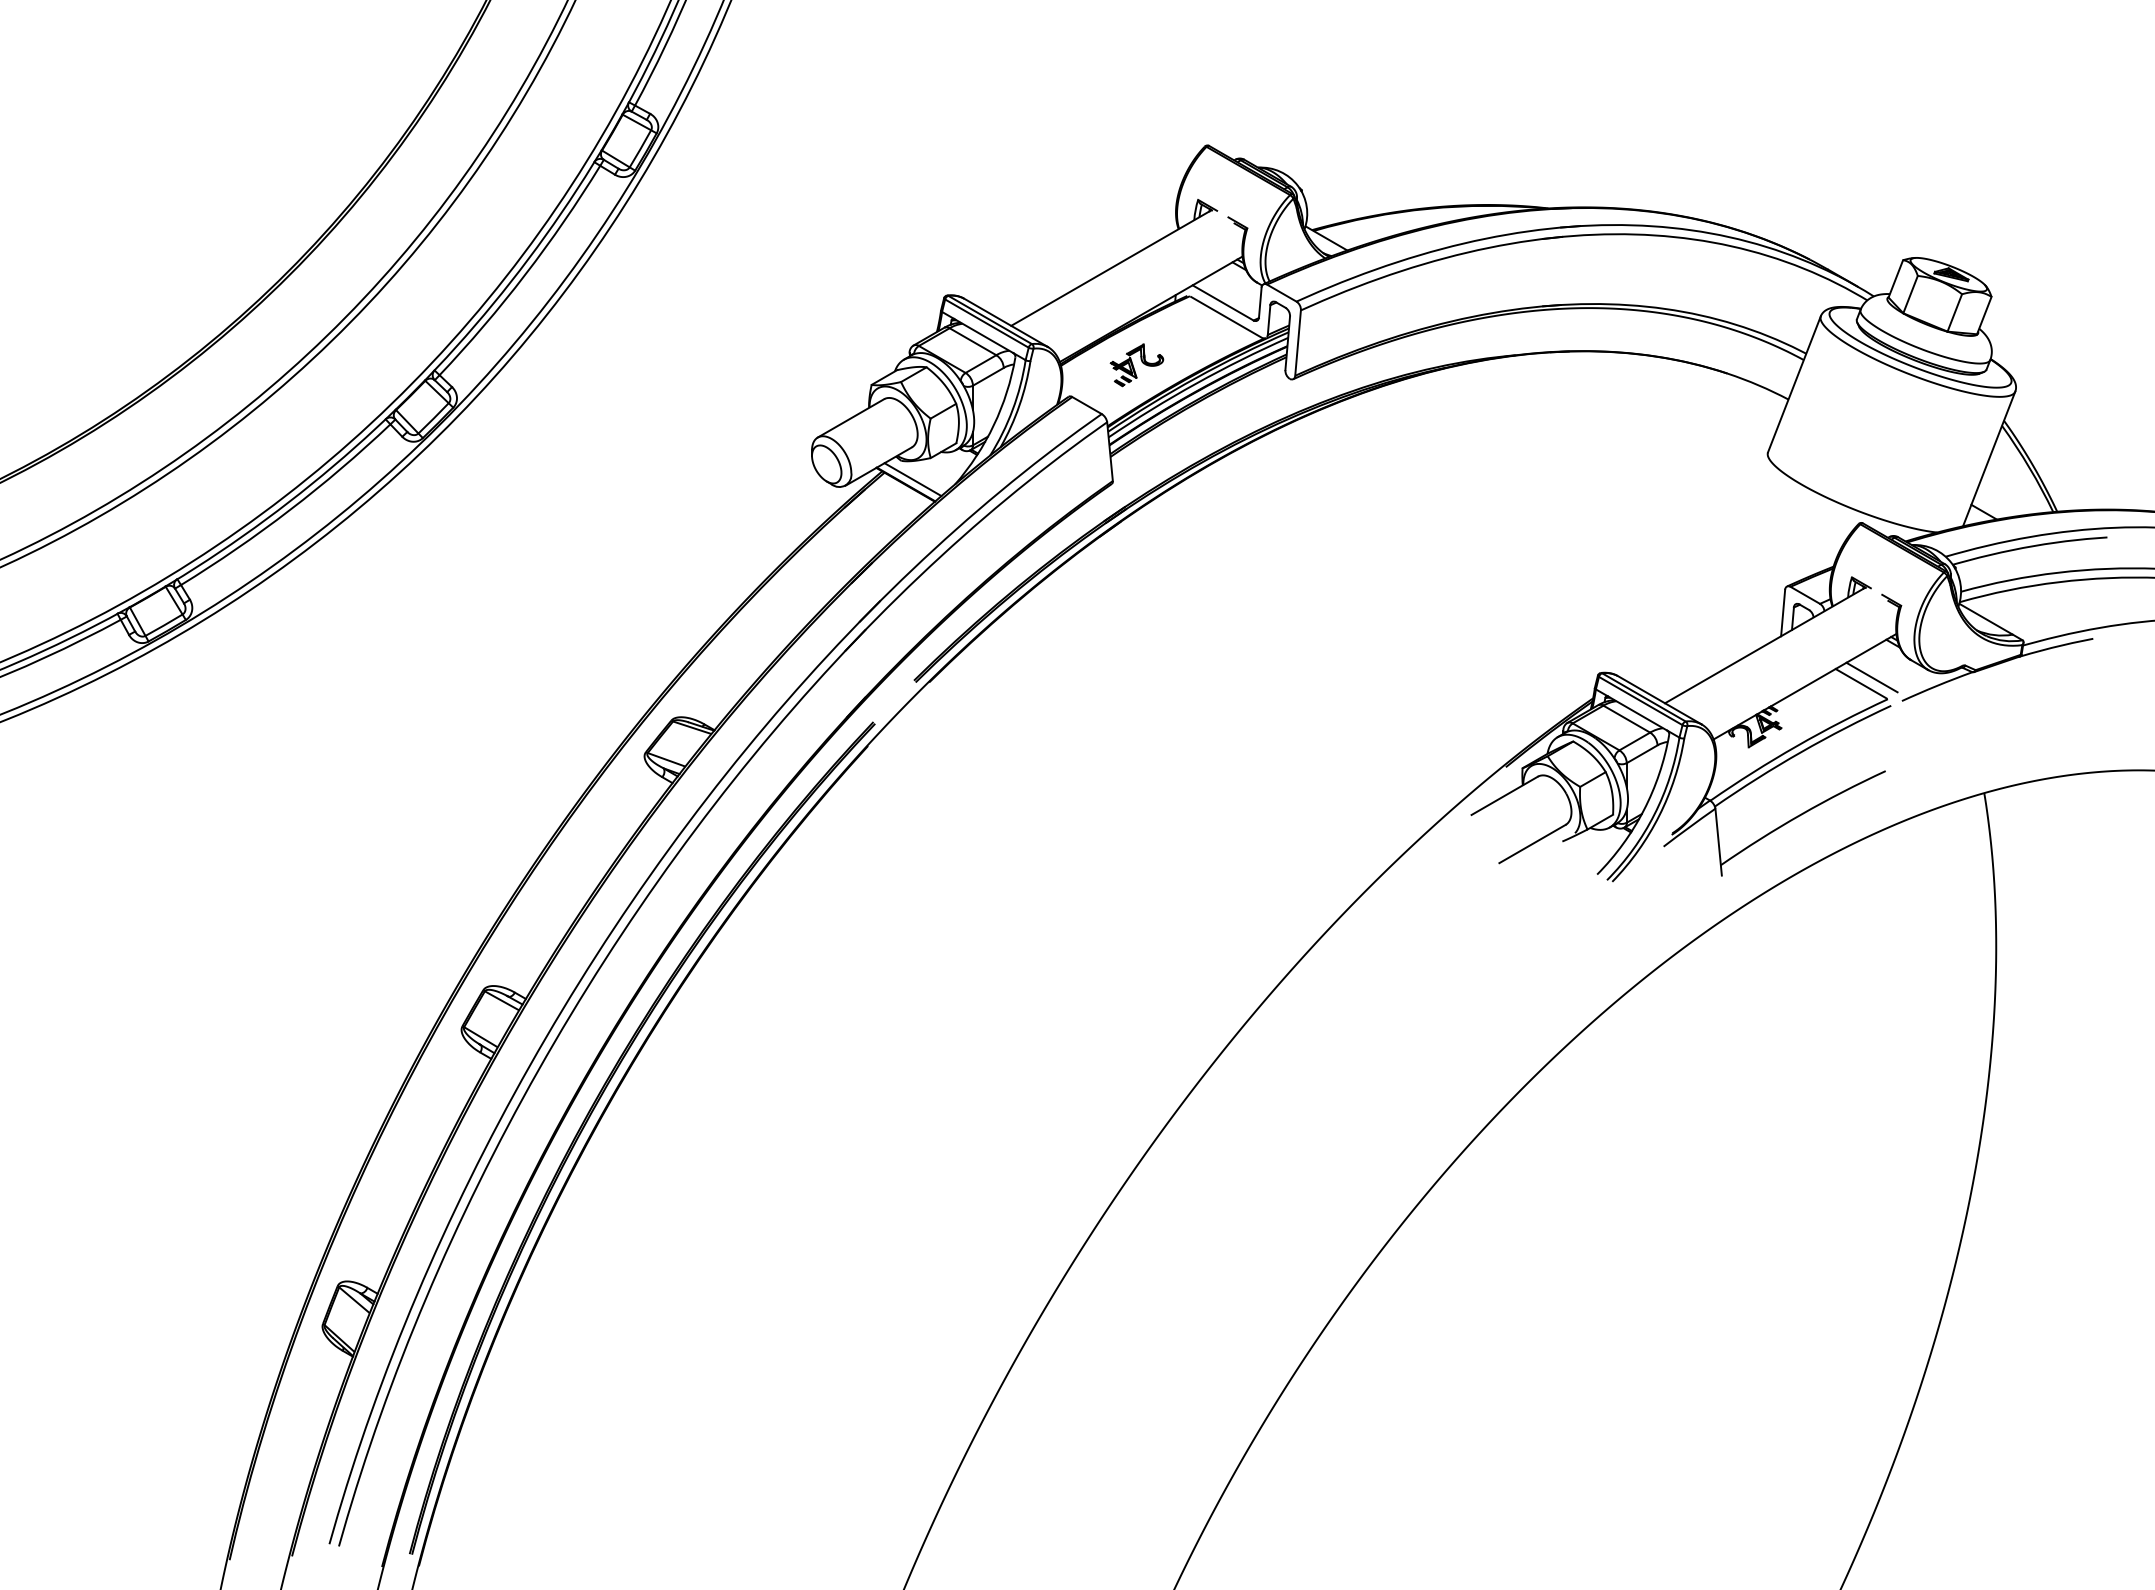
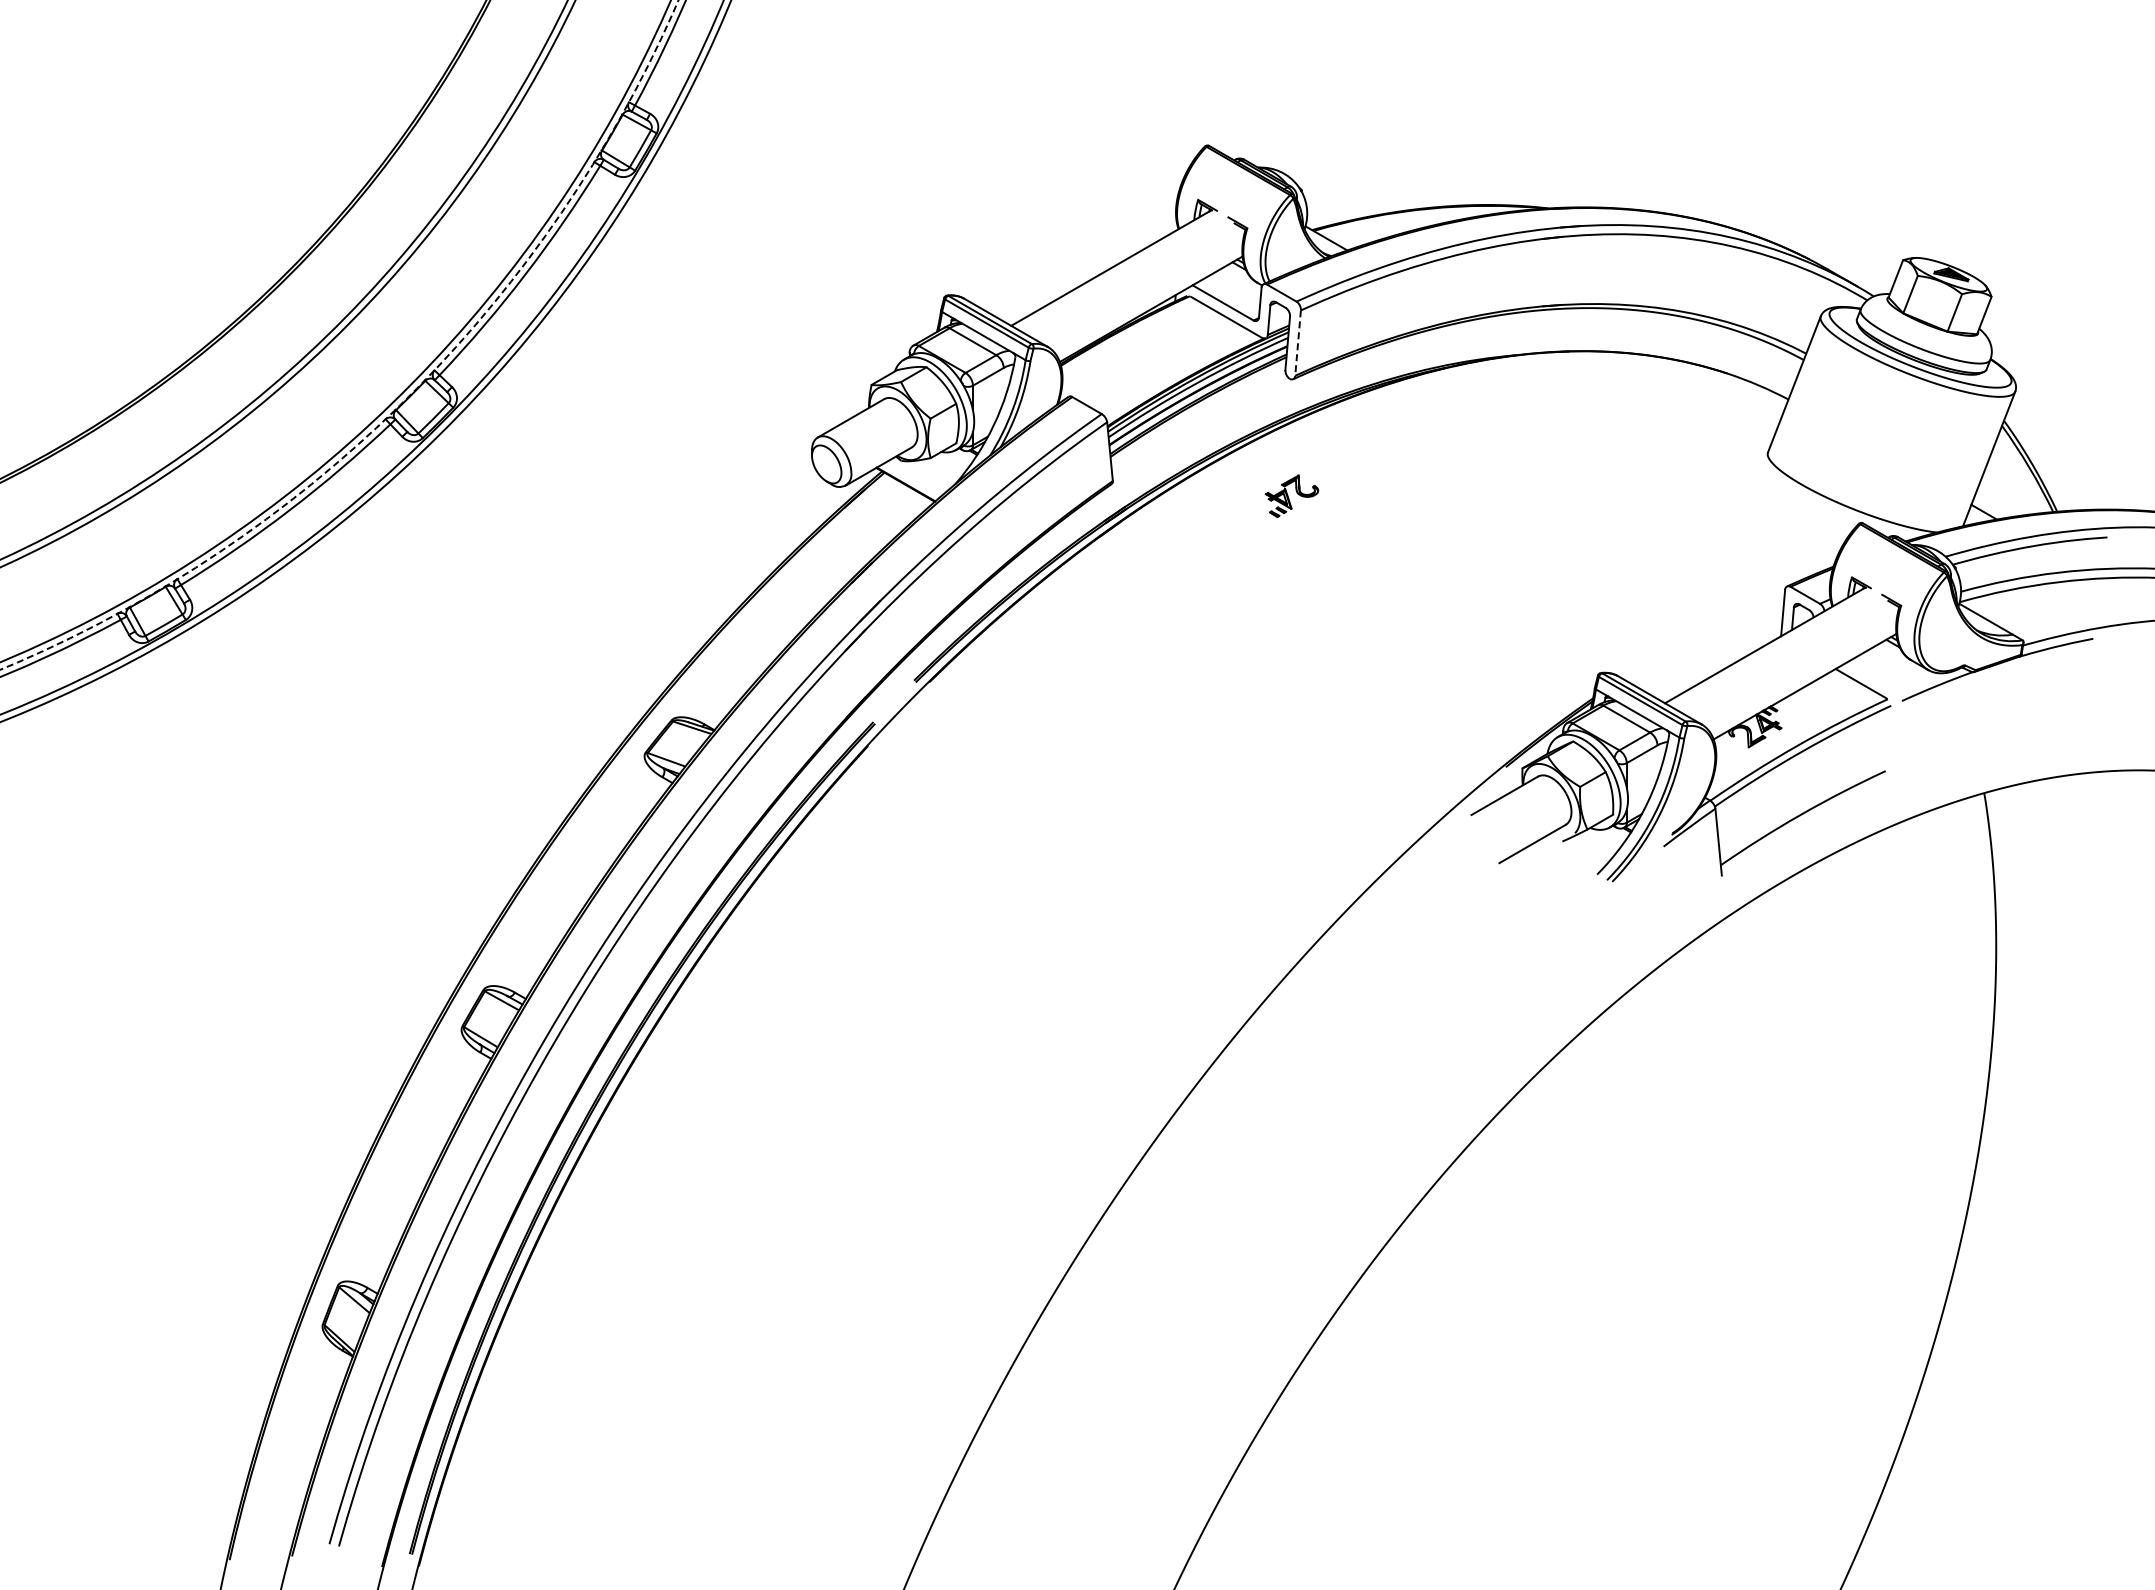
line at (1298, 343): solid -> dashed
part at (1136, 365) position: (1136, 365) -> (1291, 496)
arc at (405, 400): solid -> dashed
line at (912, 479): present -> none
line at (1871, 677): present -> none
